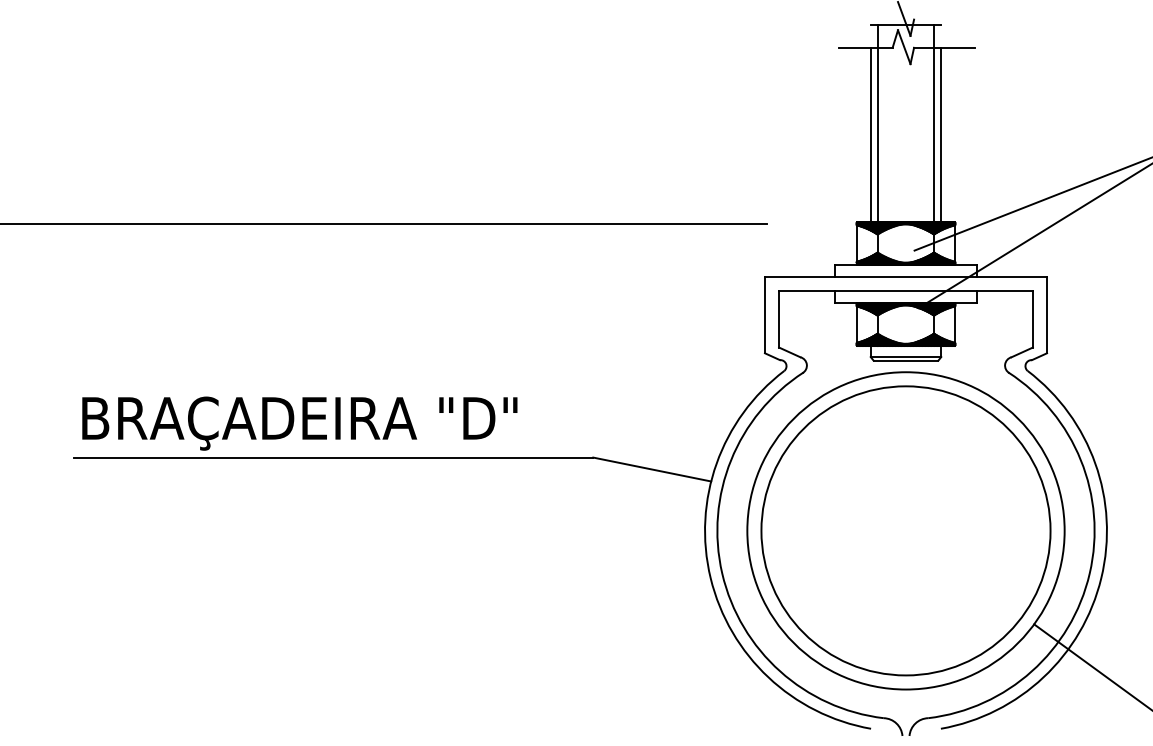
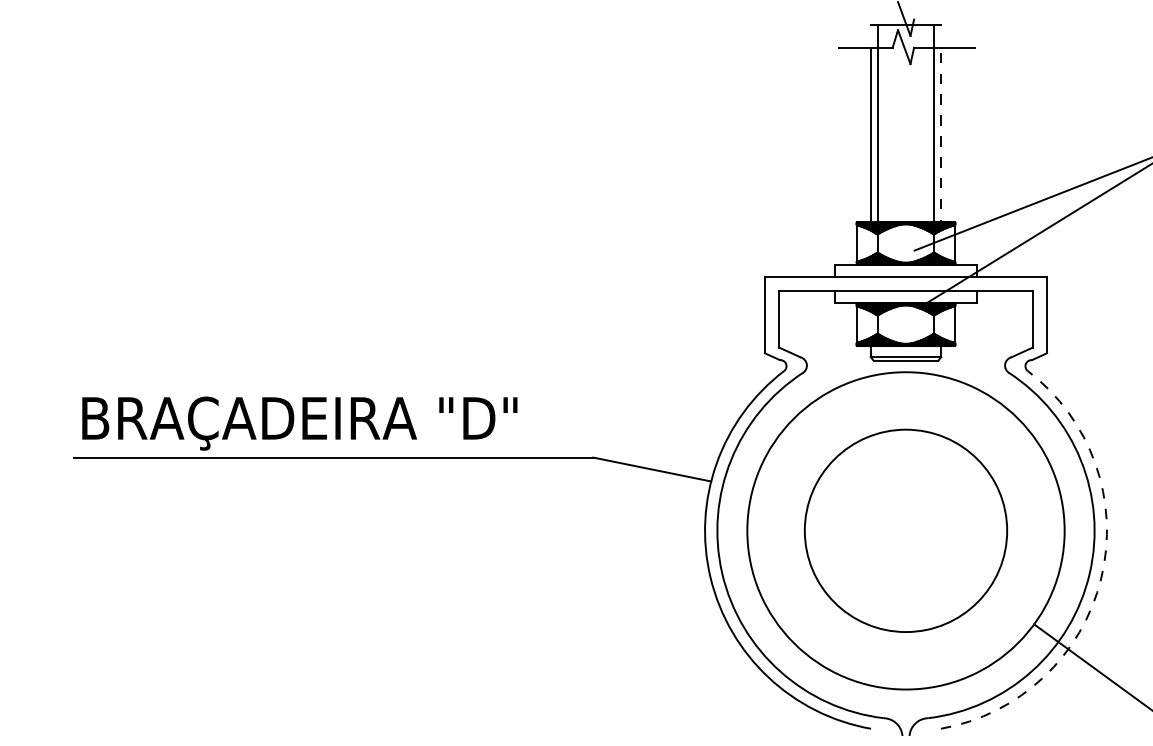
line at (941, 138): solid -> dashed
line at (384, 223): present -> none
circle at (905, 530) diameter: 289 px -> 202 px
arc at (1101, 578): solid -> dashed
